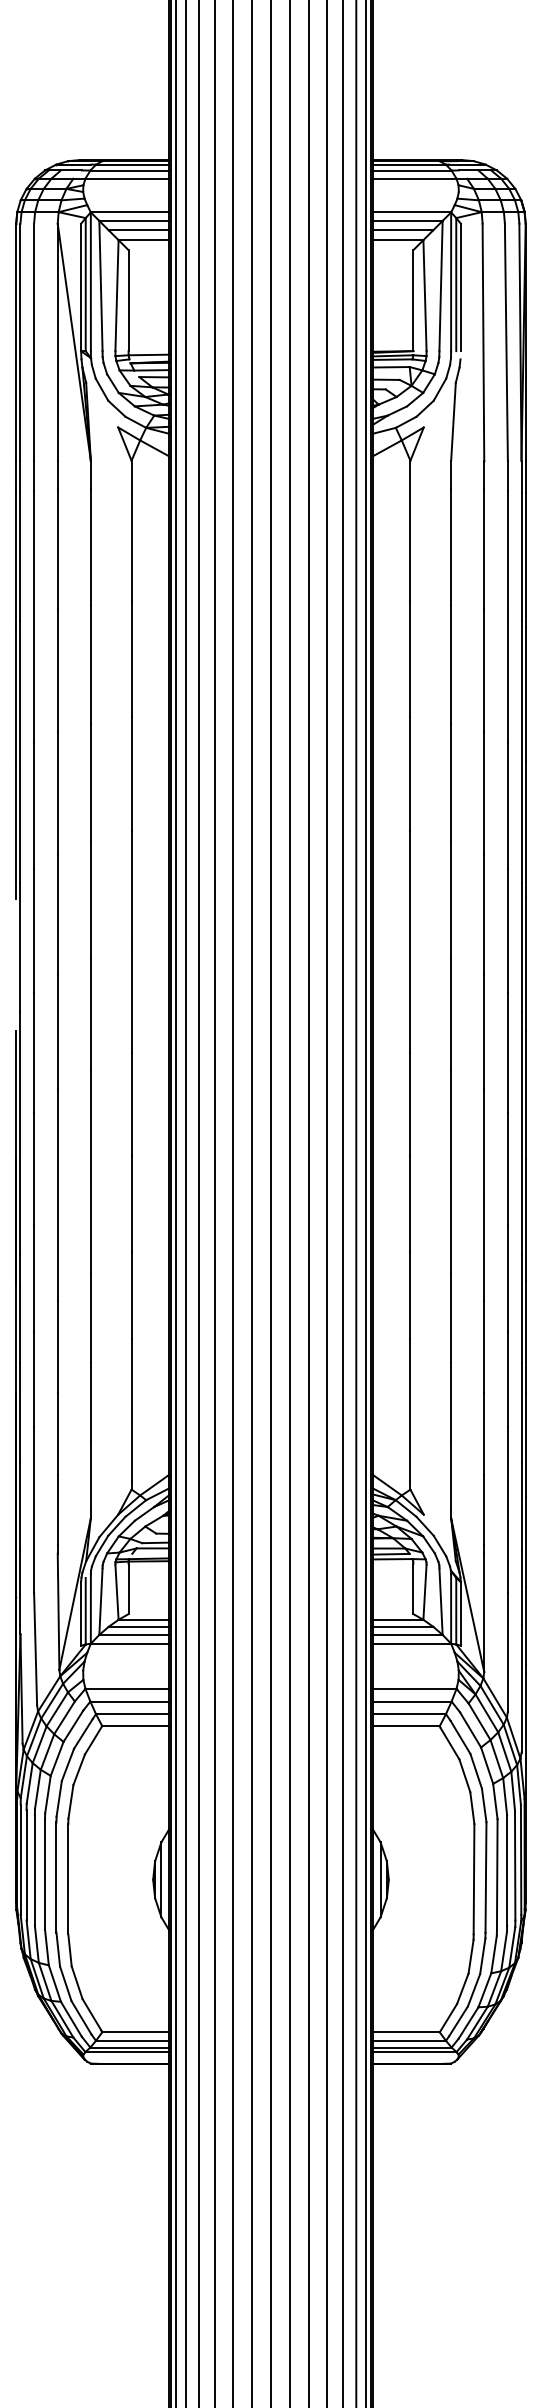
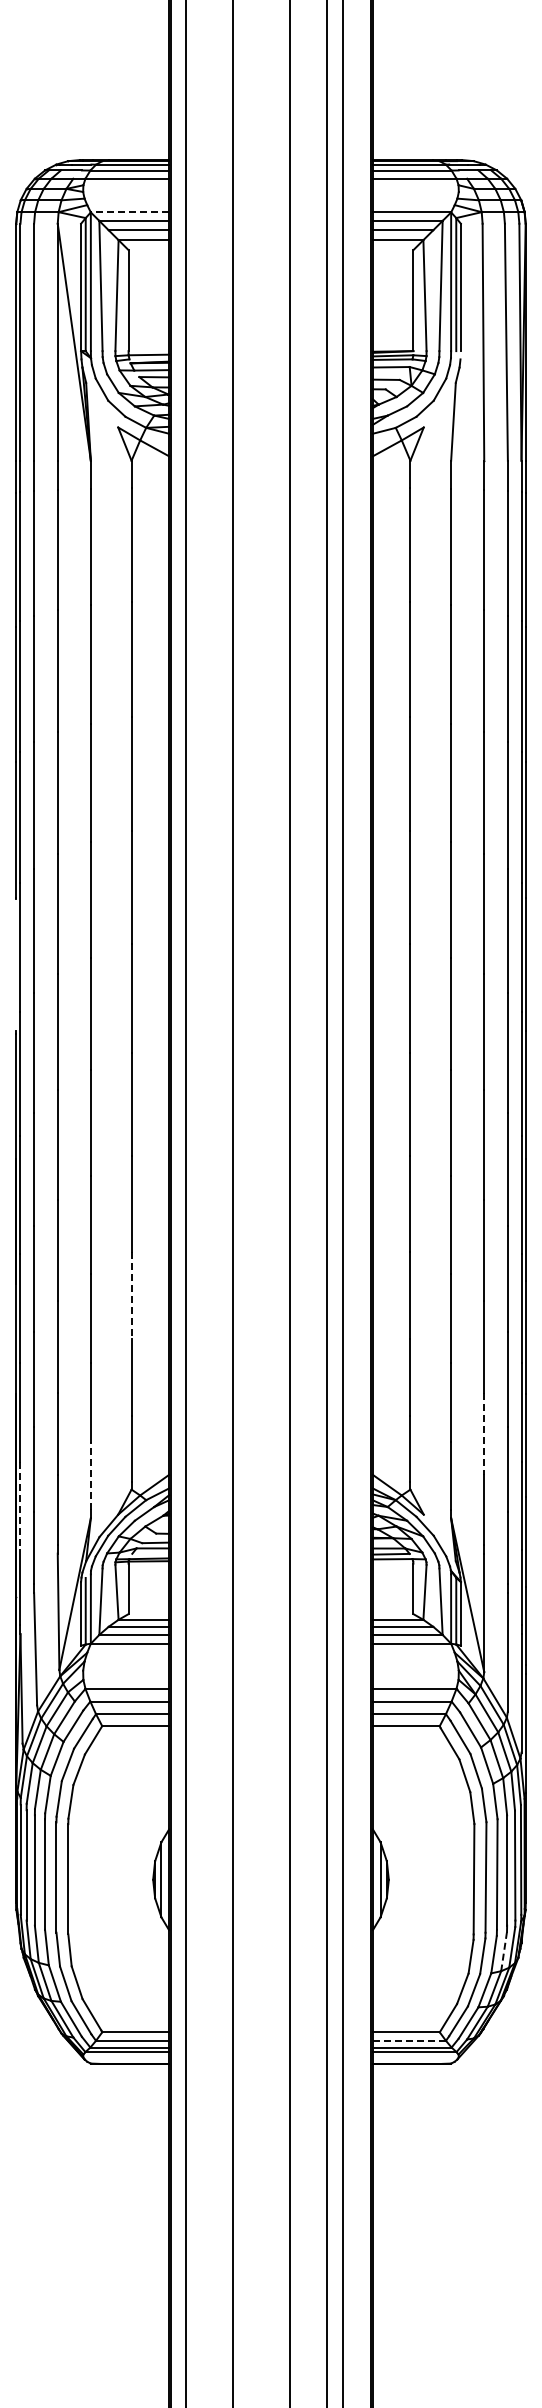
line at (129, 212): solid -> dashed
line at (176, 1203): present -> none
line at (198, 1203): present -> none
line at (215, 1203): present -> none
line at (252, 1203): present -> none
line at (271, 1203): present -> none
line at (308, 1203): present -> none
line at (356, 1203): present -> none
line at (365, 1203): present -> none
line at (131, 1295): solid -> dashed
line at (484, 1434): solid -> dashed
line at (90, 1476): solid -> dashed
line at (20, 1506): solid -> dashed
line at (504, 1951): solid -> dashed
line at (409, 2040): solid -> dashed
